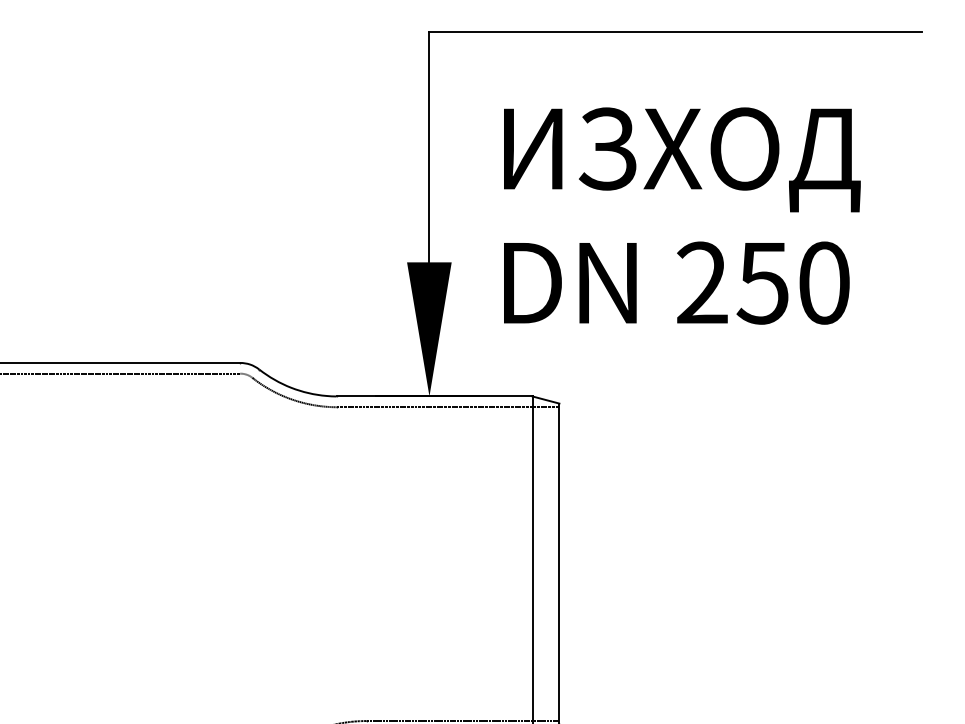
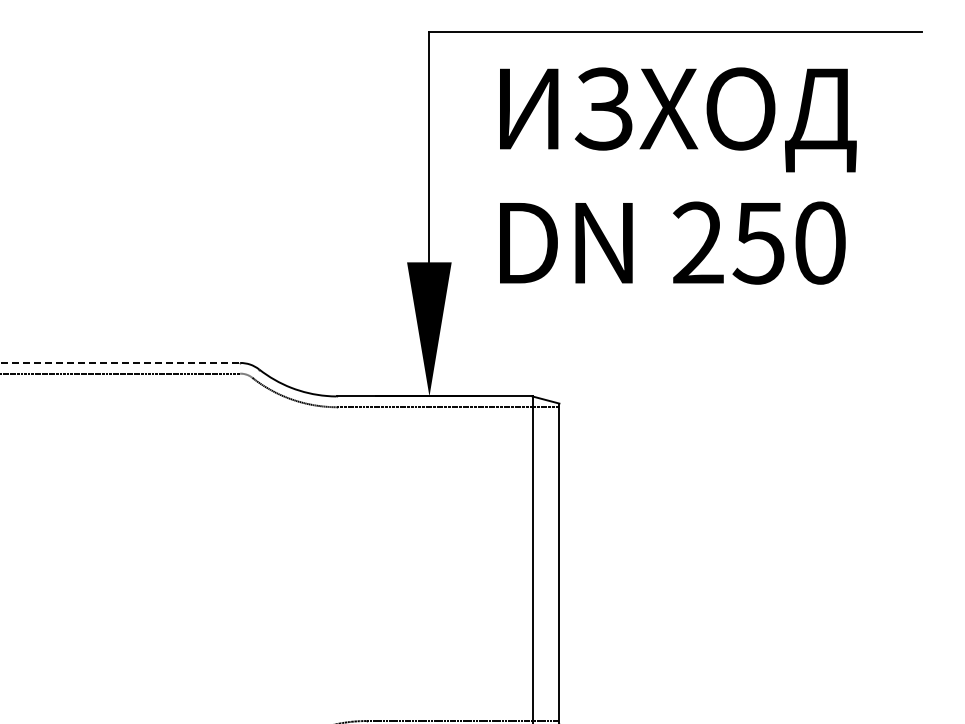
text at (682, 215) position: (682, 215) -> (678, 175)
line at (120, 362): solid -> dashed
